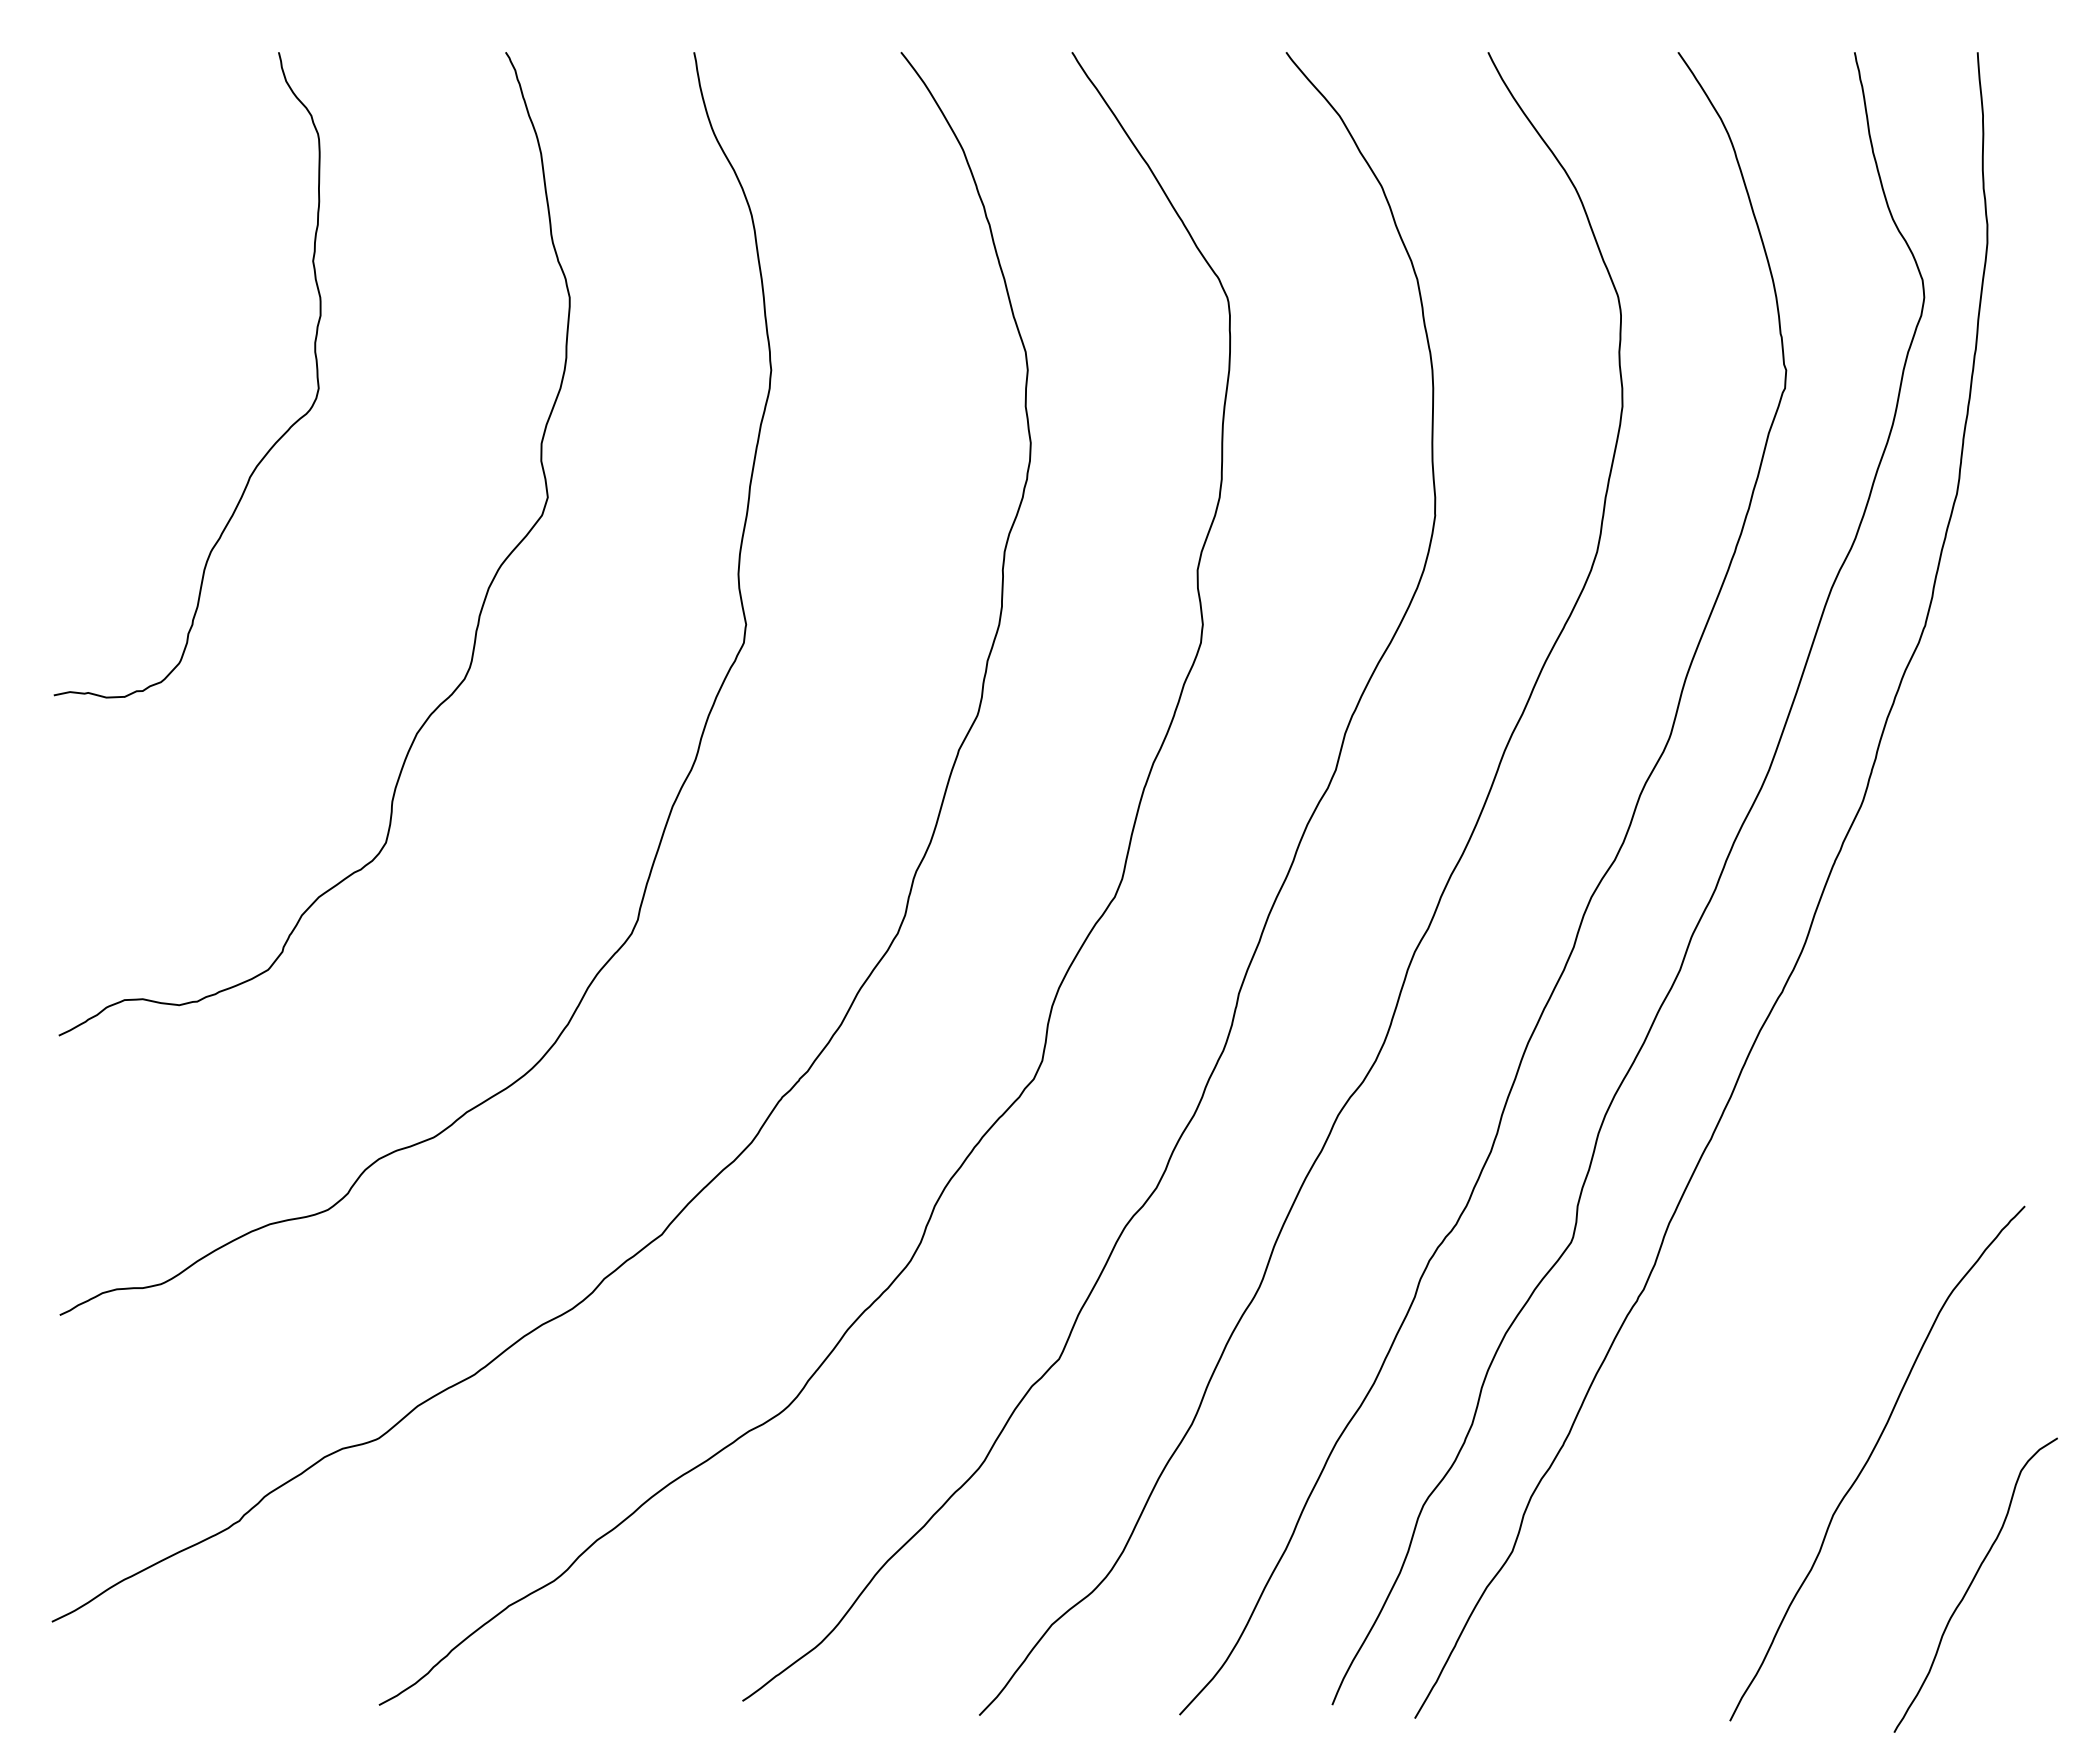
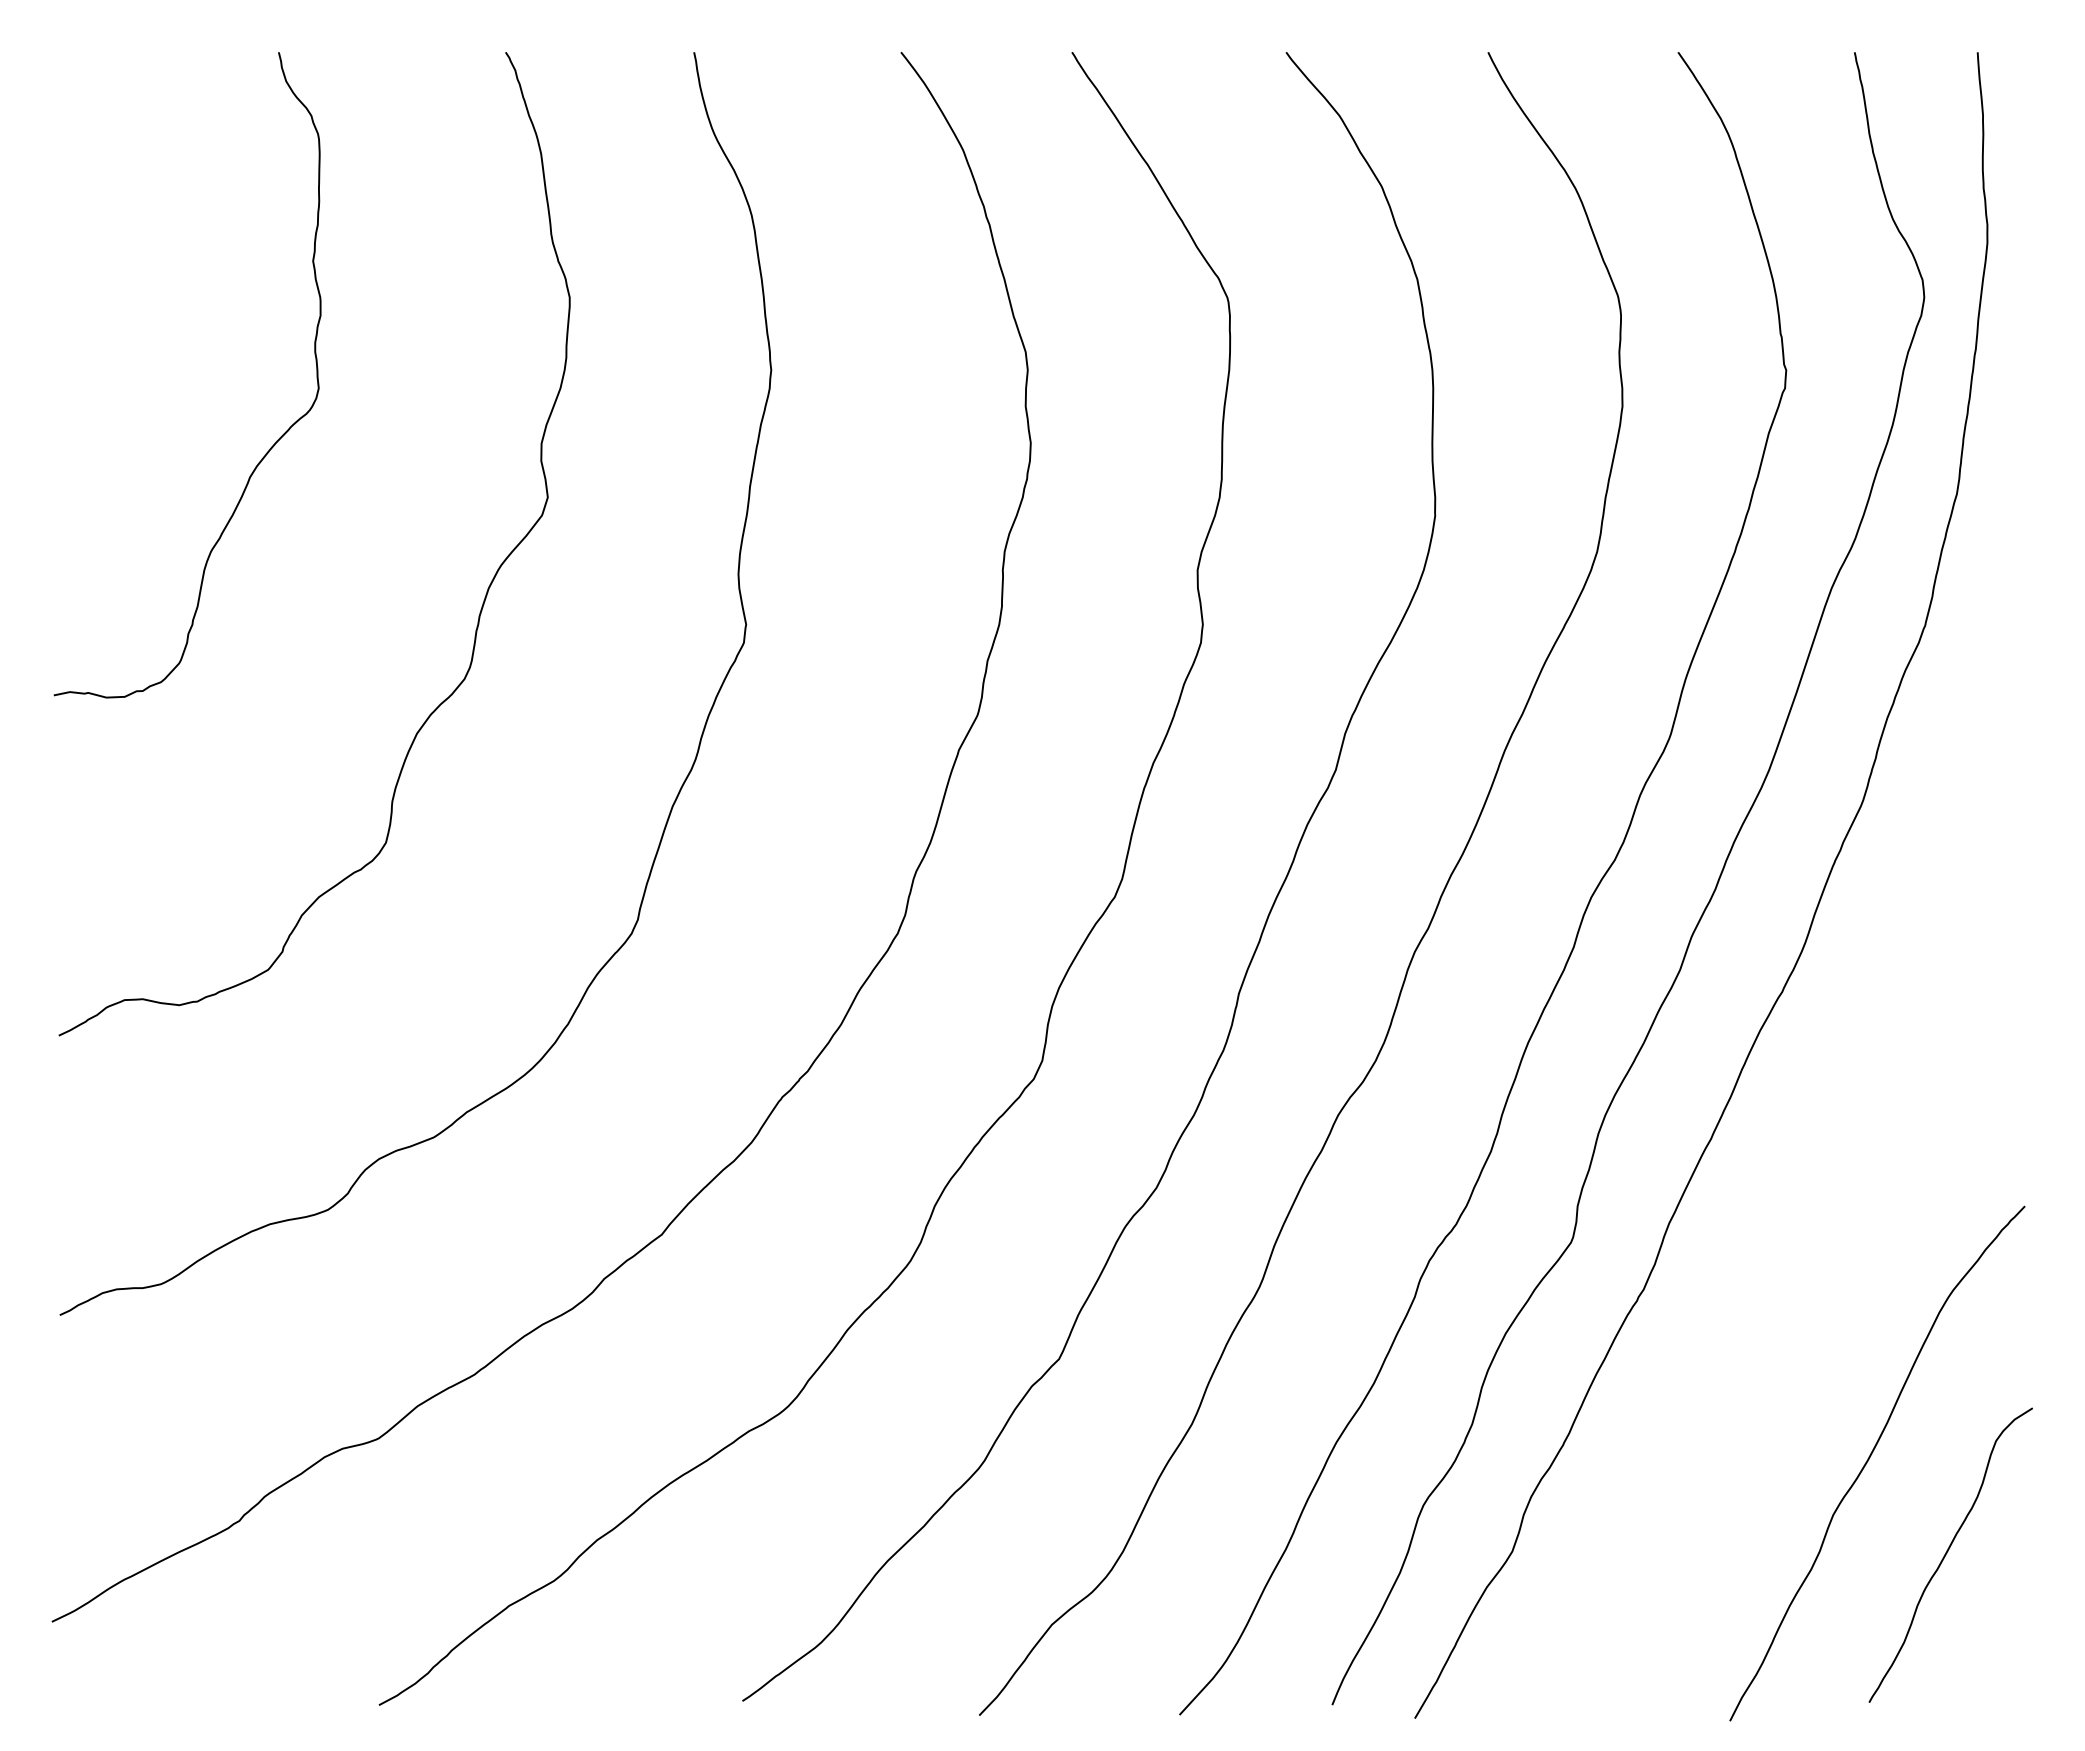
curve at (1972, 1583) position: (1972, 1583) -> (1947, 1553)
